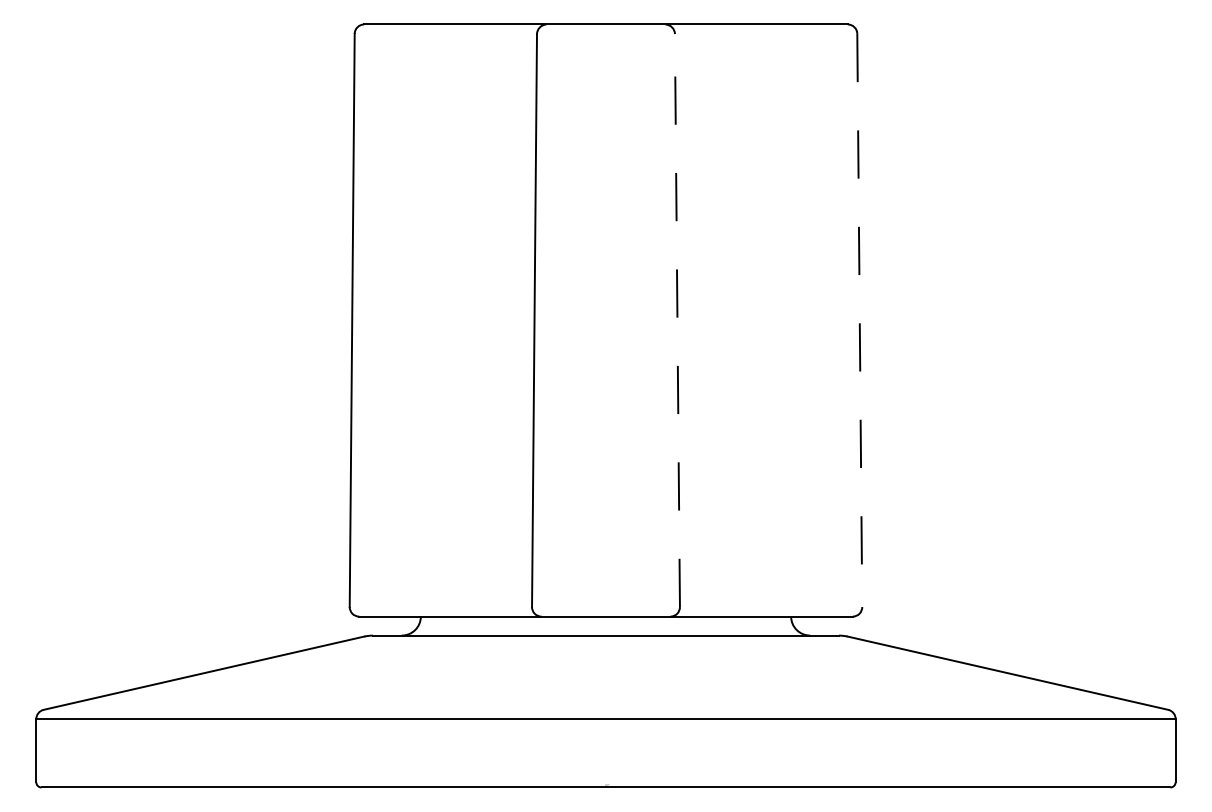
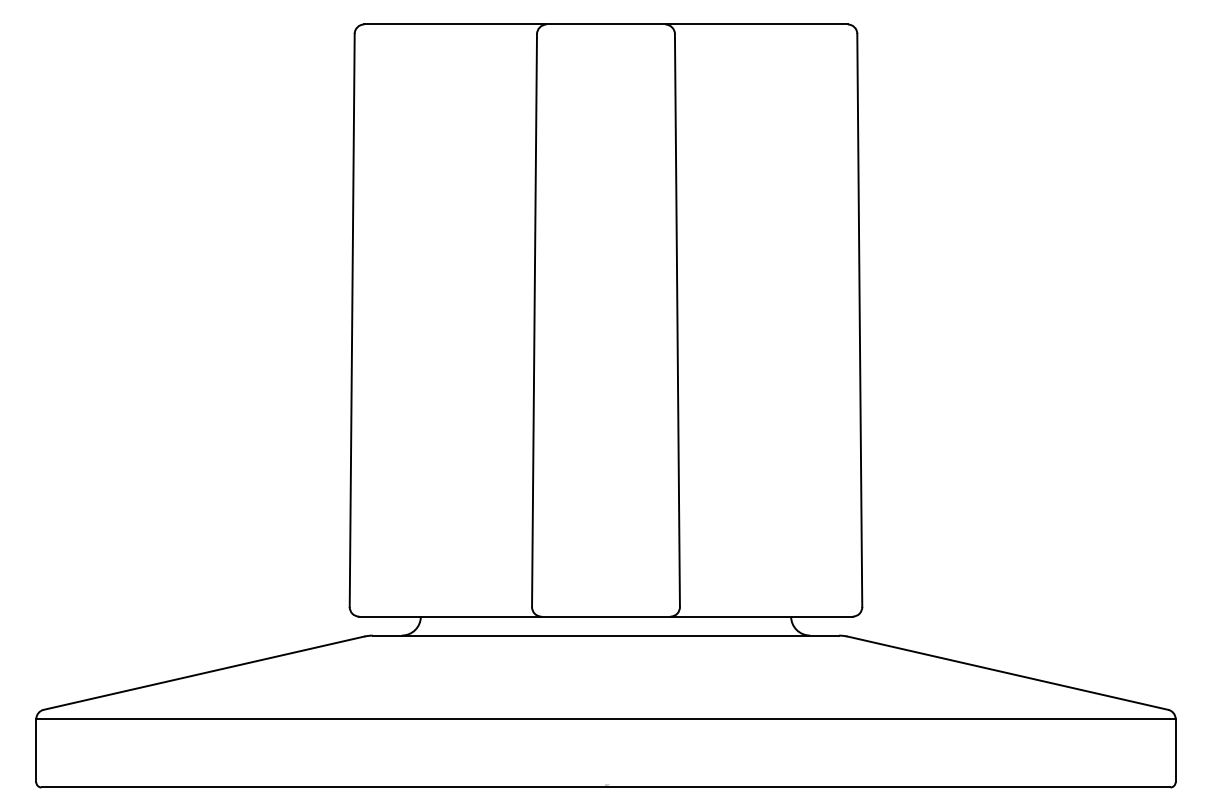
line at (677, 320): dashed -> solid
line at (859, 320): dashed -> solid
